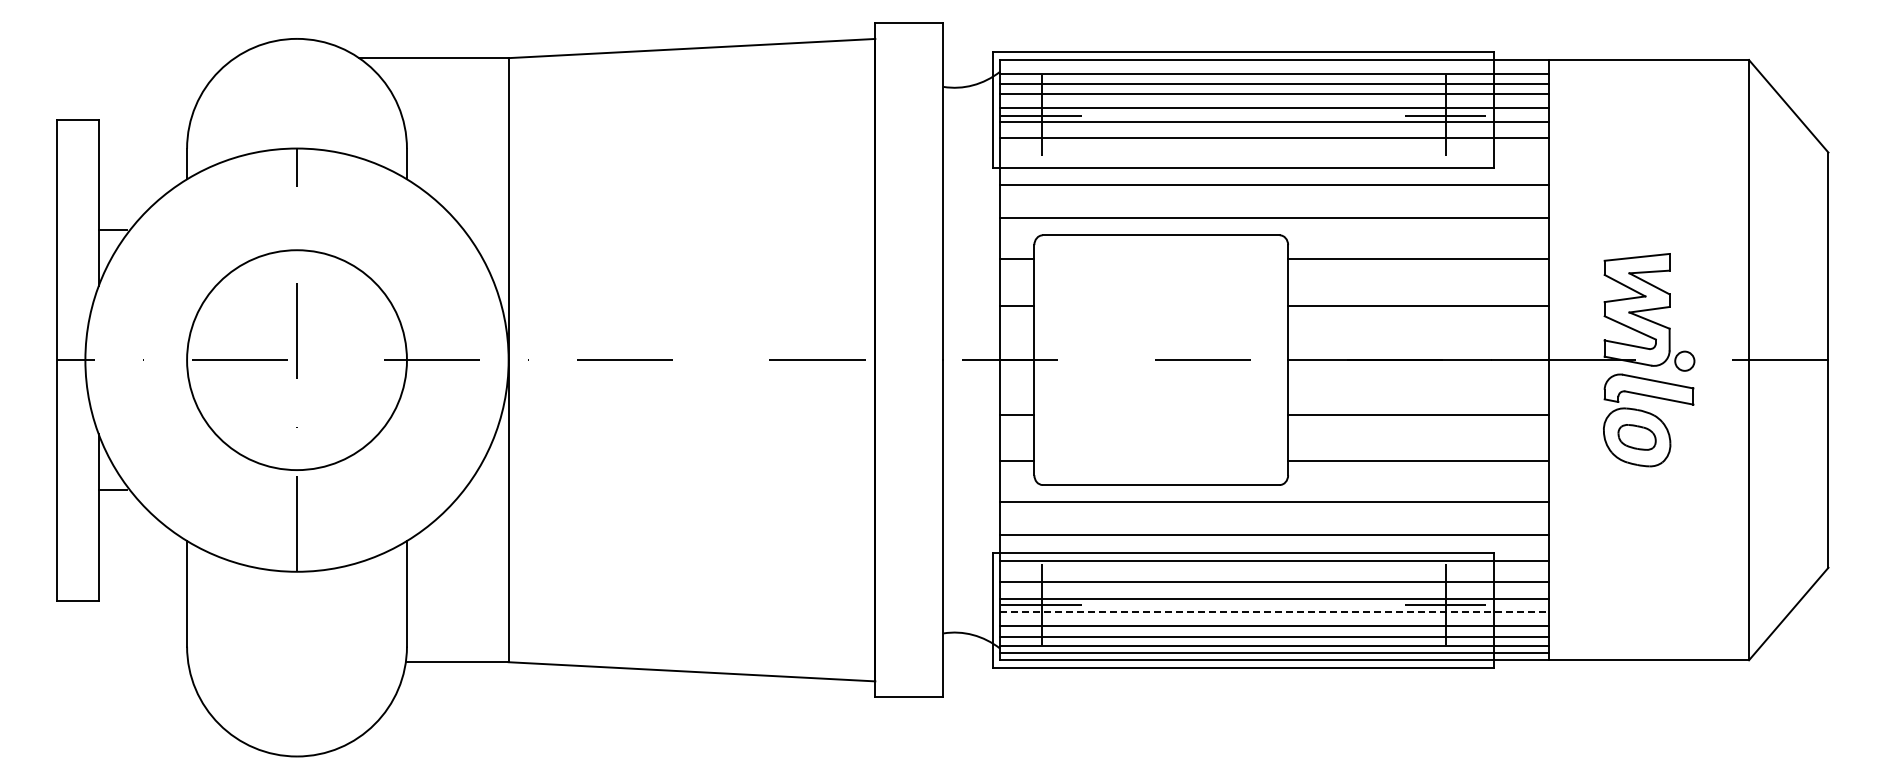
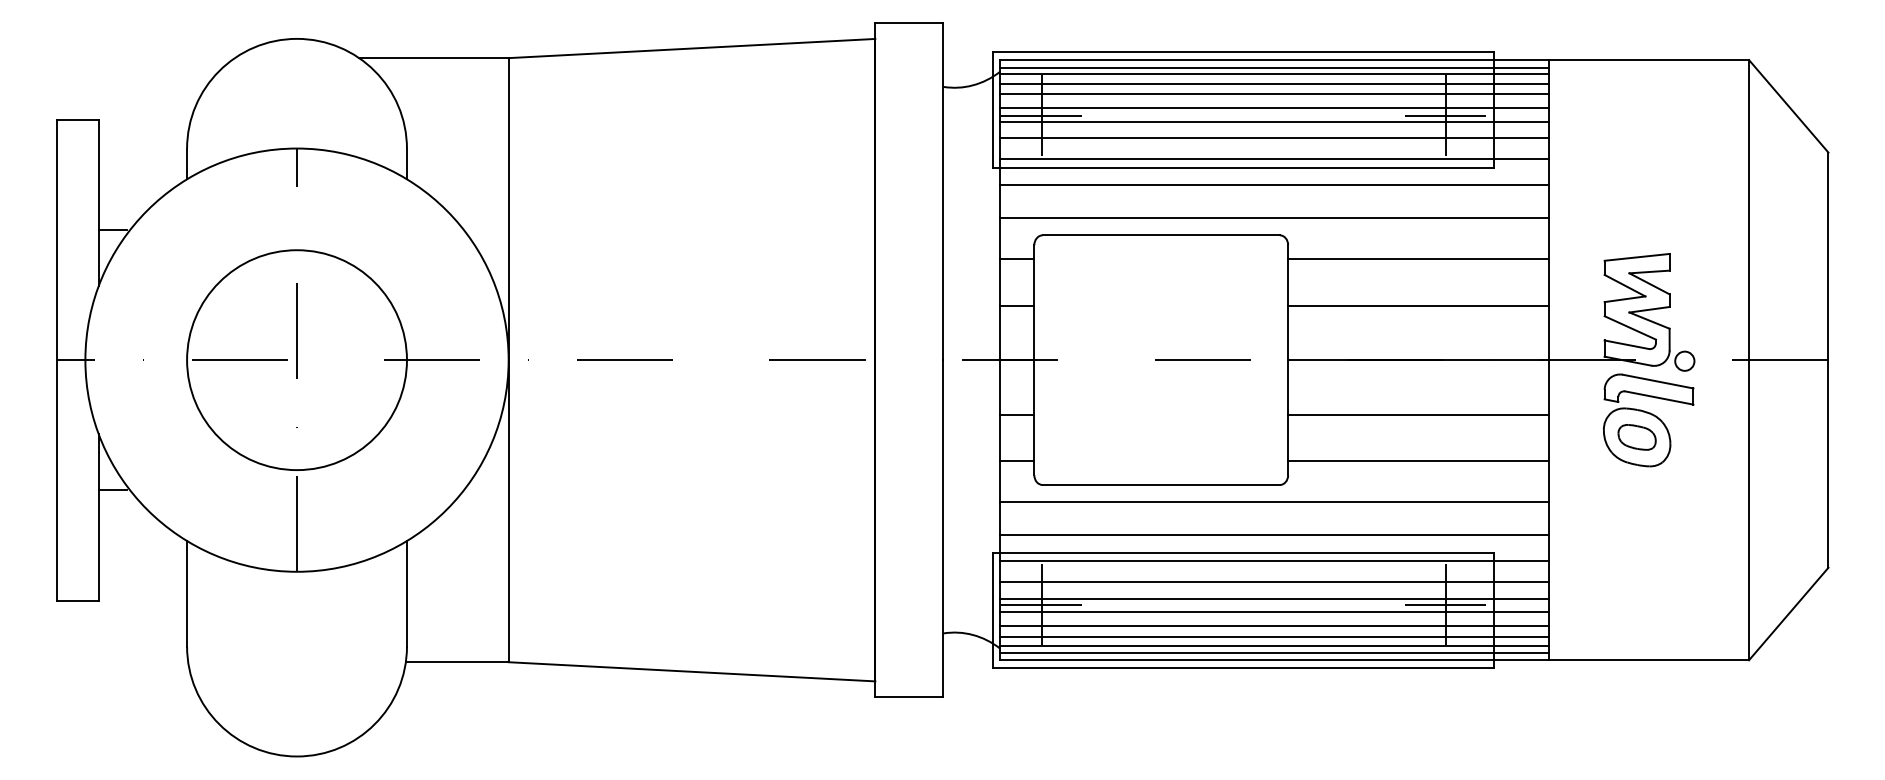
line at (1274, 67): none -> present
line at (1274, 159): none -> present
line at (1275, 611): dashed -> solid
